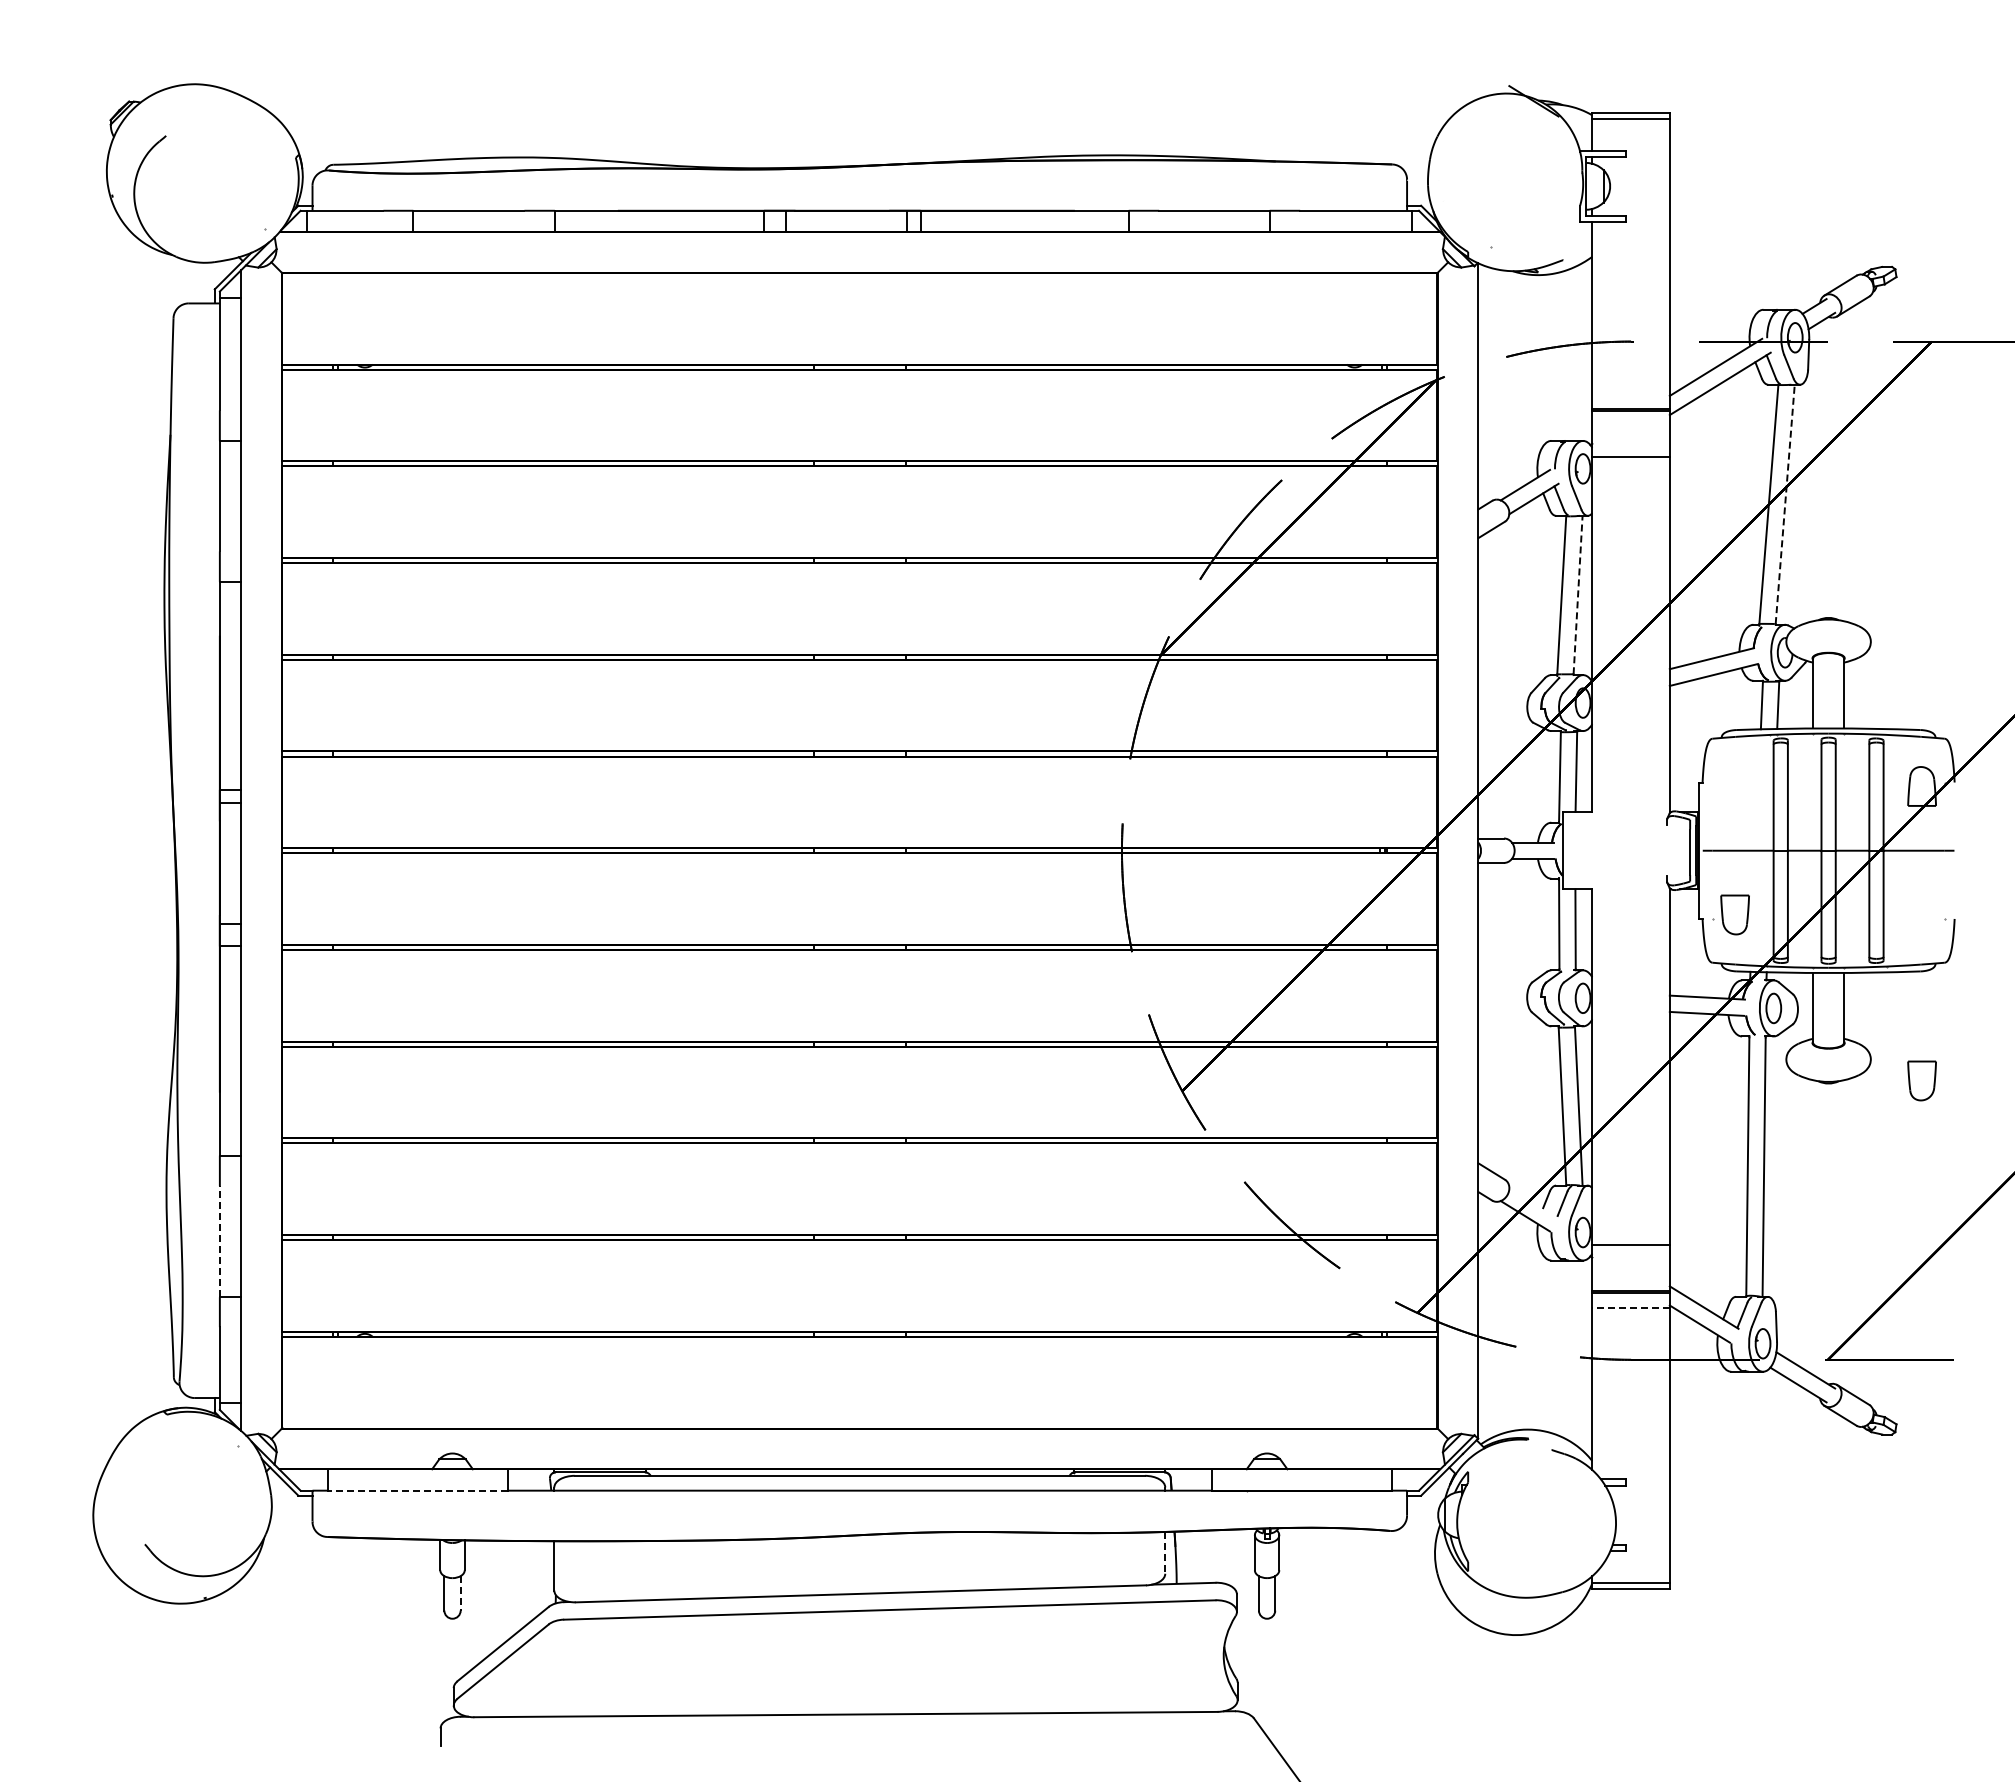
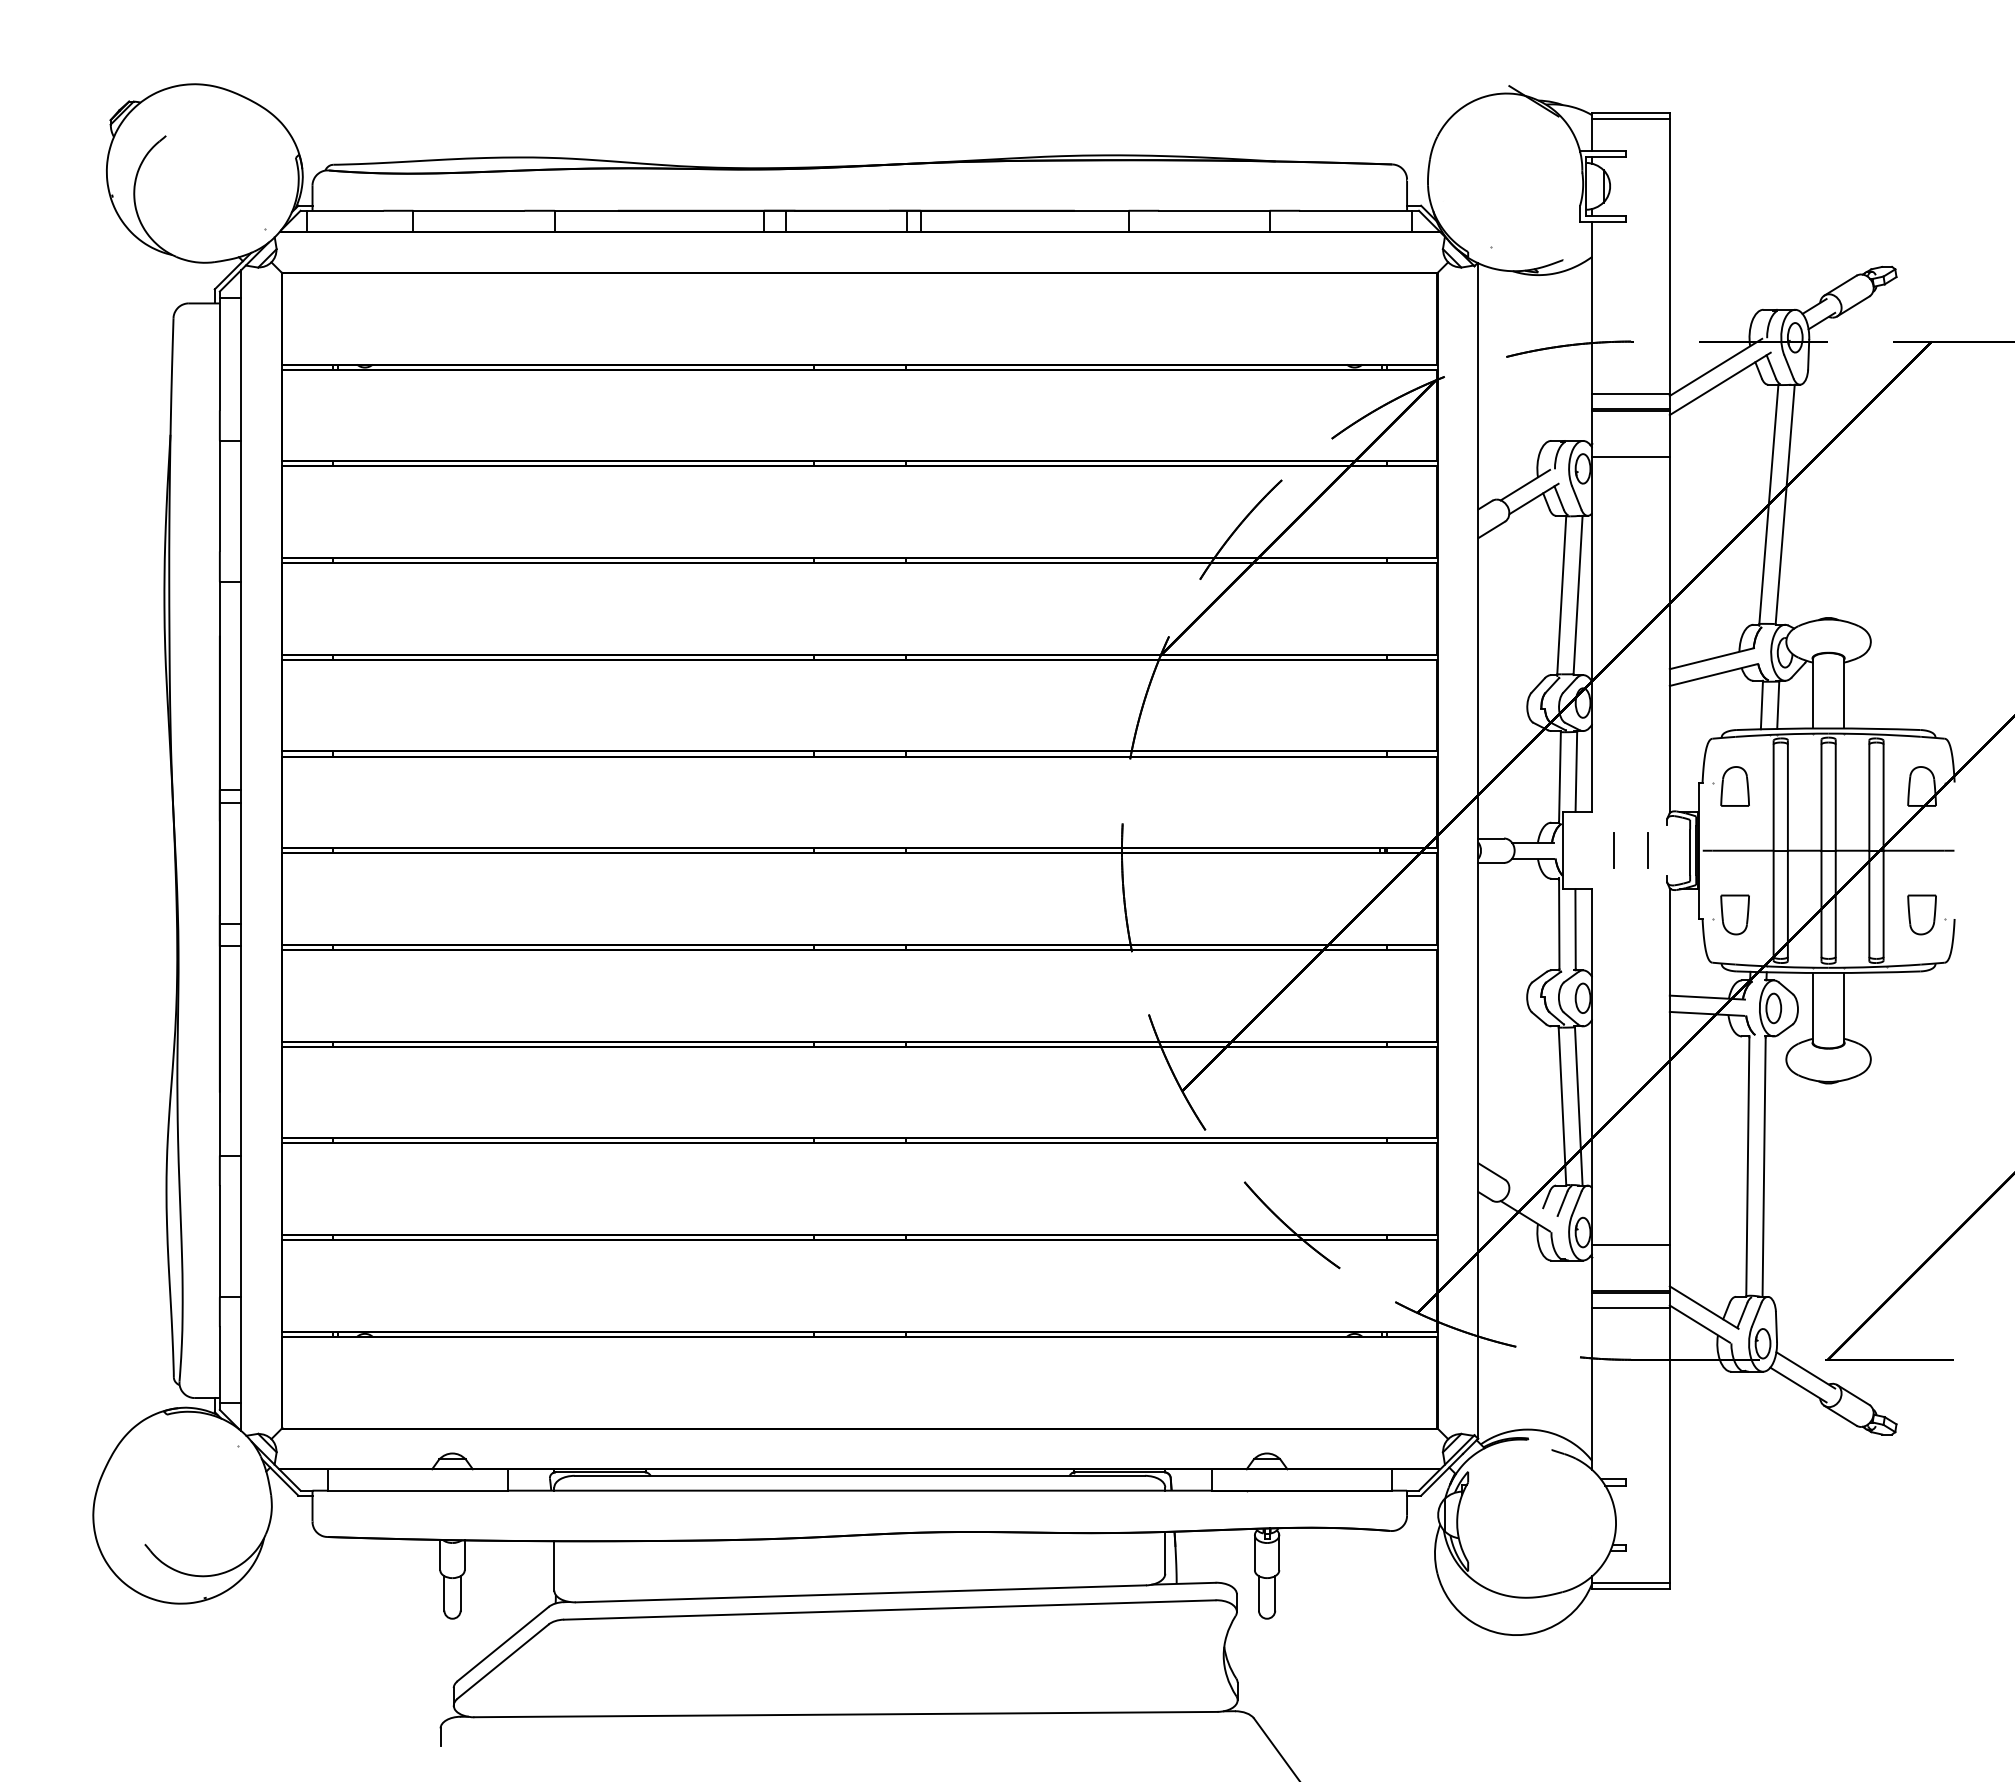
line at (1630, 393): none -> present
line at (1785, 503): dashed -> solid
line at (1578, 594): dashed -> solid
part at (1730, 786): none -> present
line at (1613, 850): none -> present
line at (1648, 850): none -> present
part at (1921, 1080) position: (1921, 1080) -> (1921, 914)
line at (219, 1241): dashed -> solid
line at (1631, 1307): dashed -> solid
line at (417, 1490): dashed -> solid
line at (1165, 1552): dashed -> solid
line at (460, 1593): dashed -> solid
